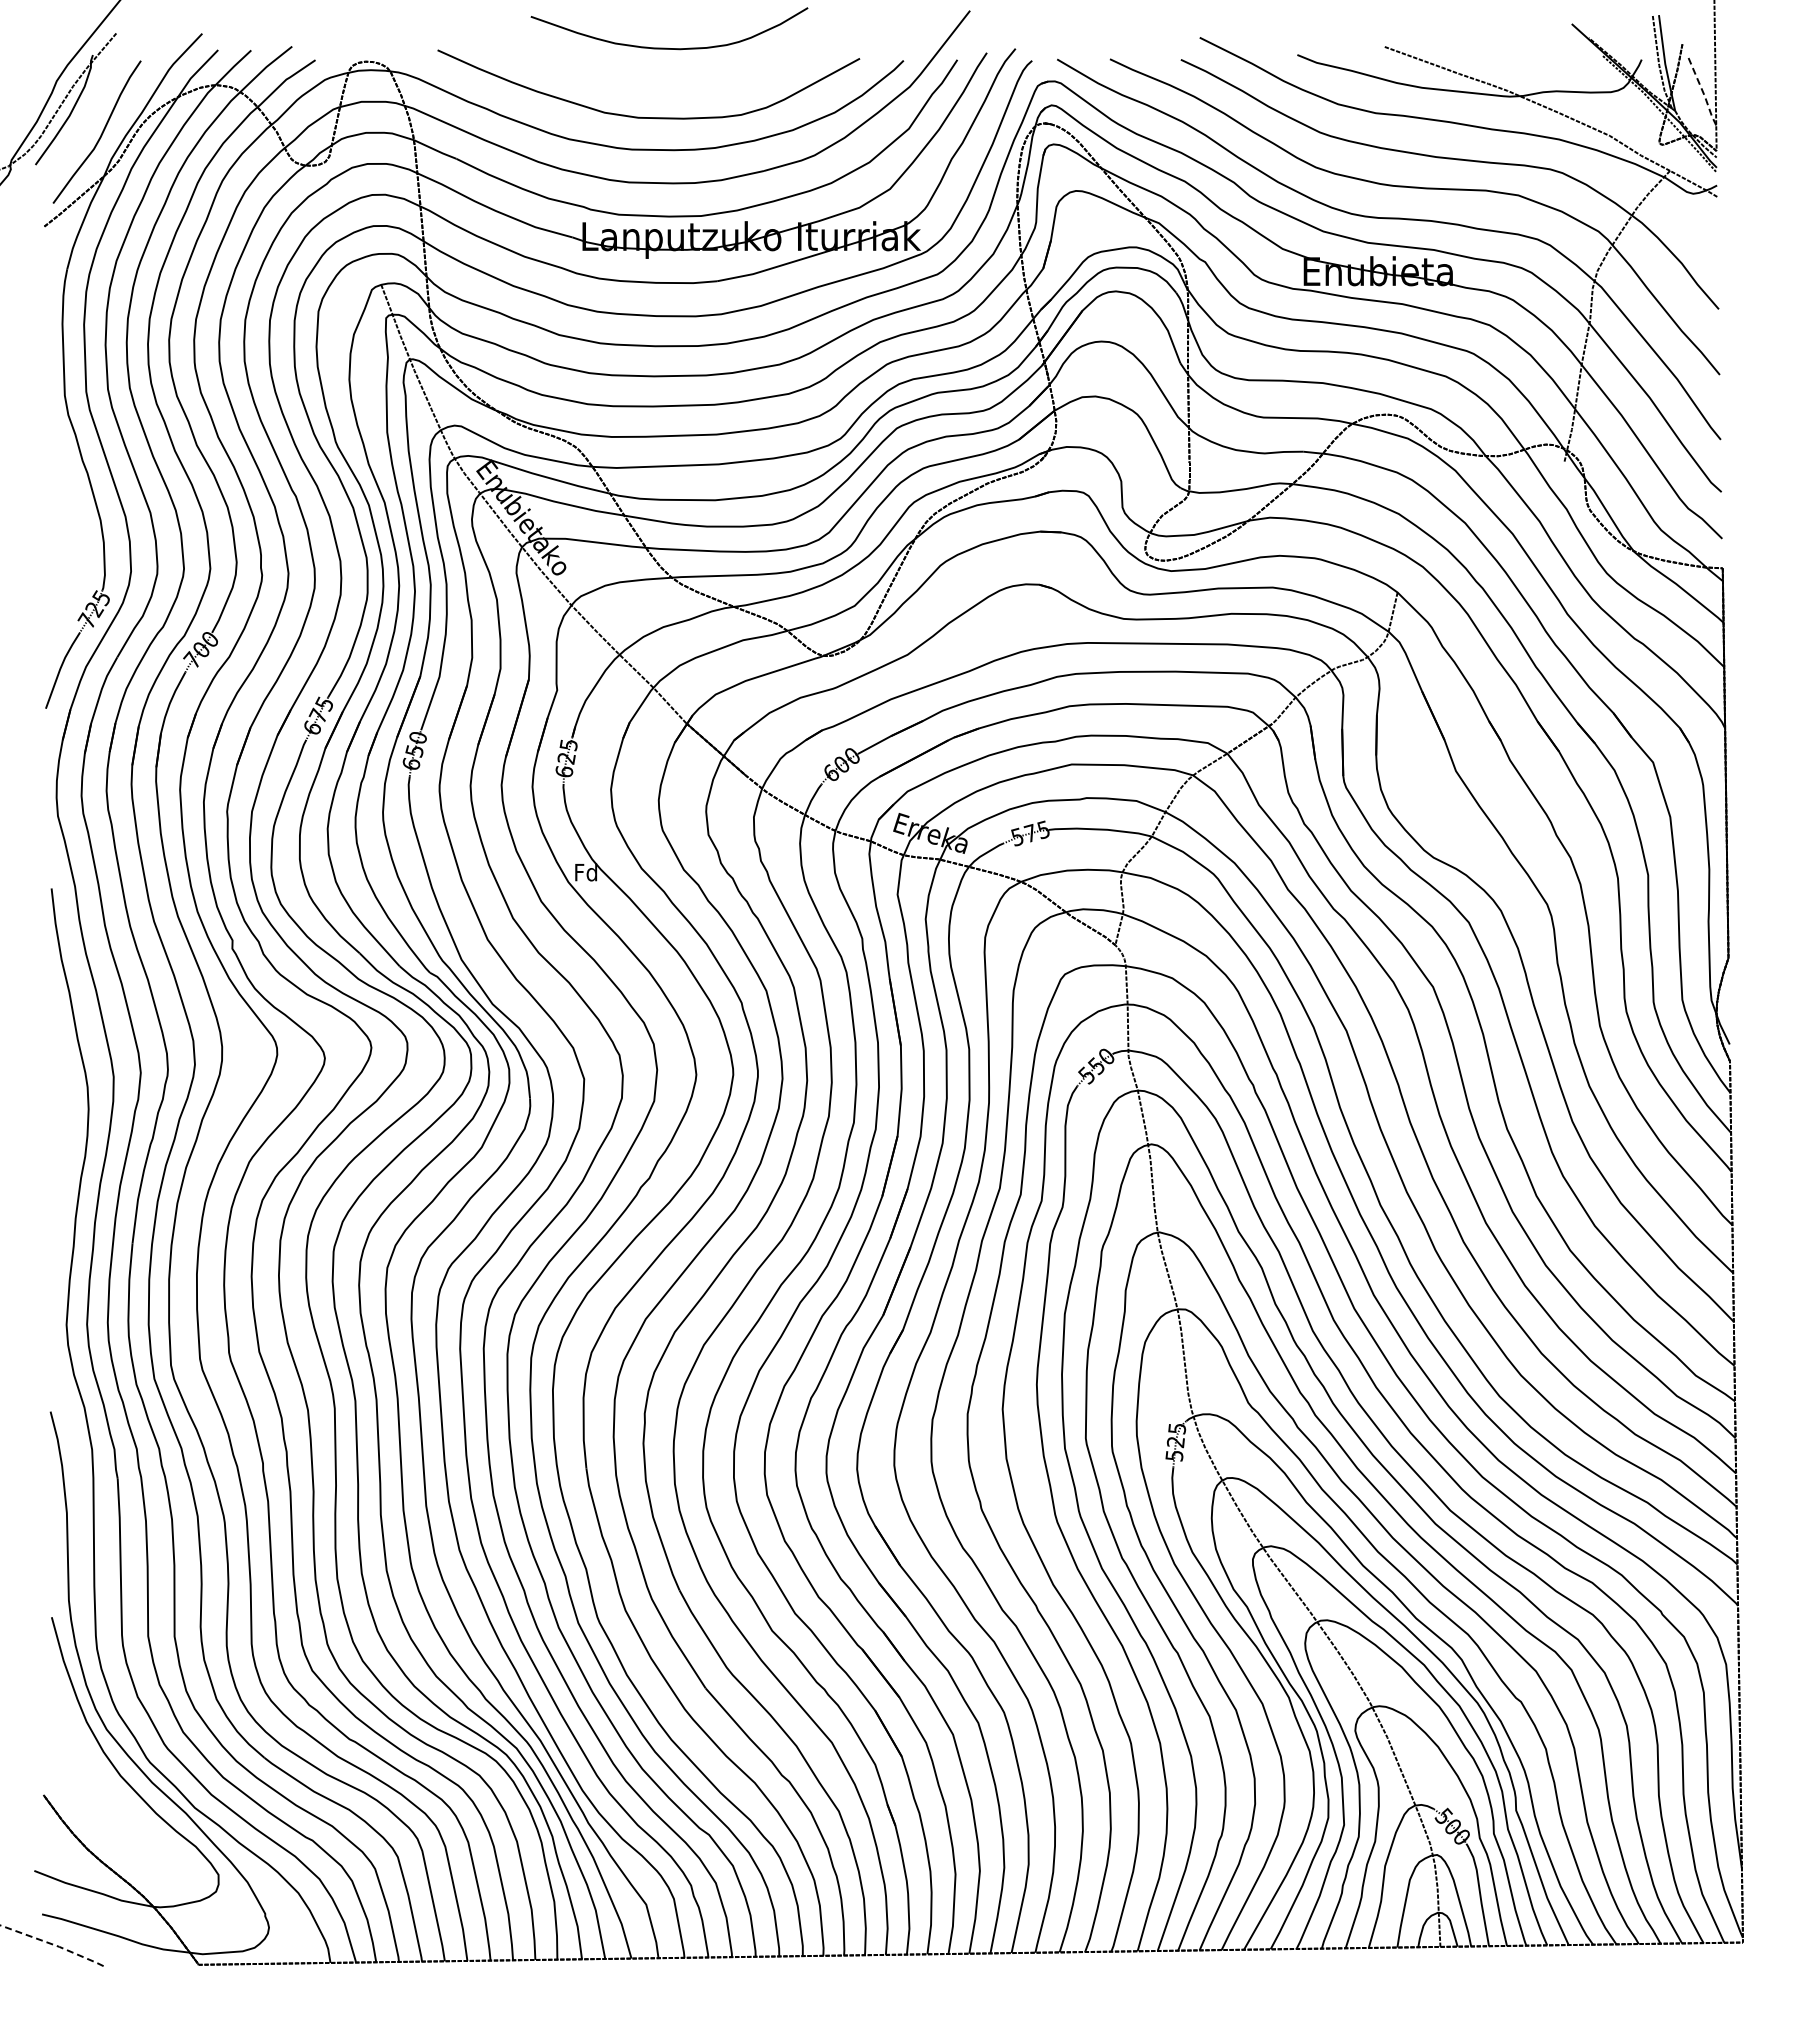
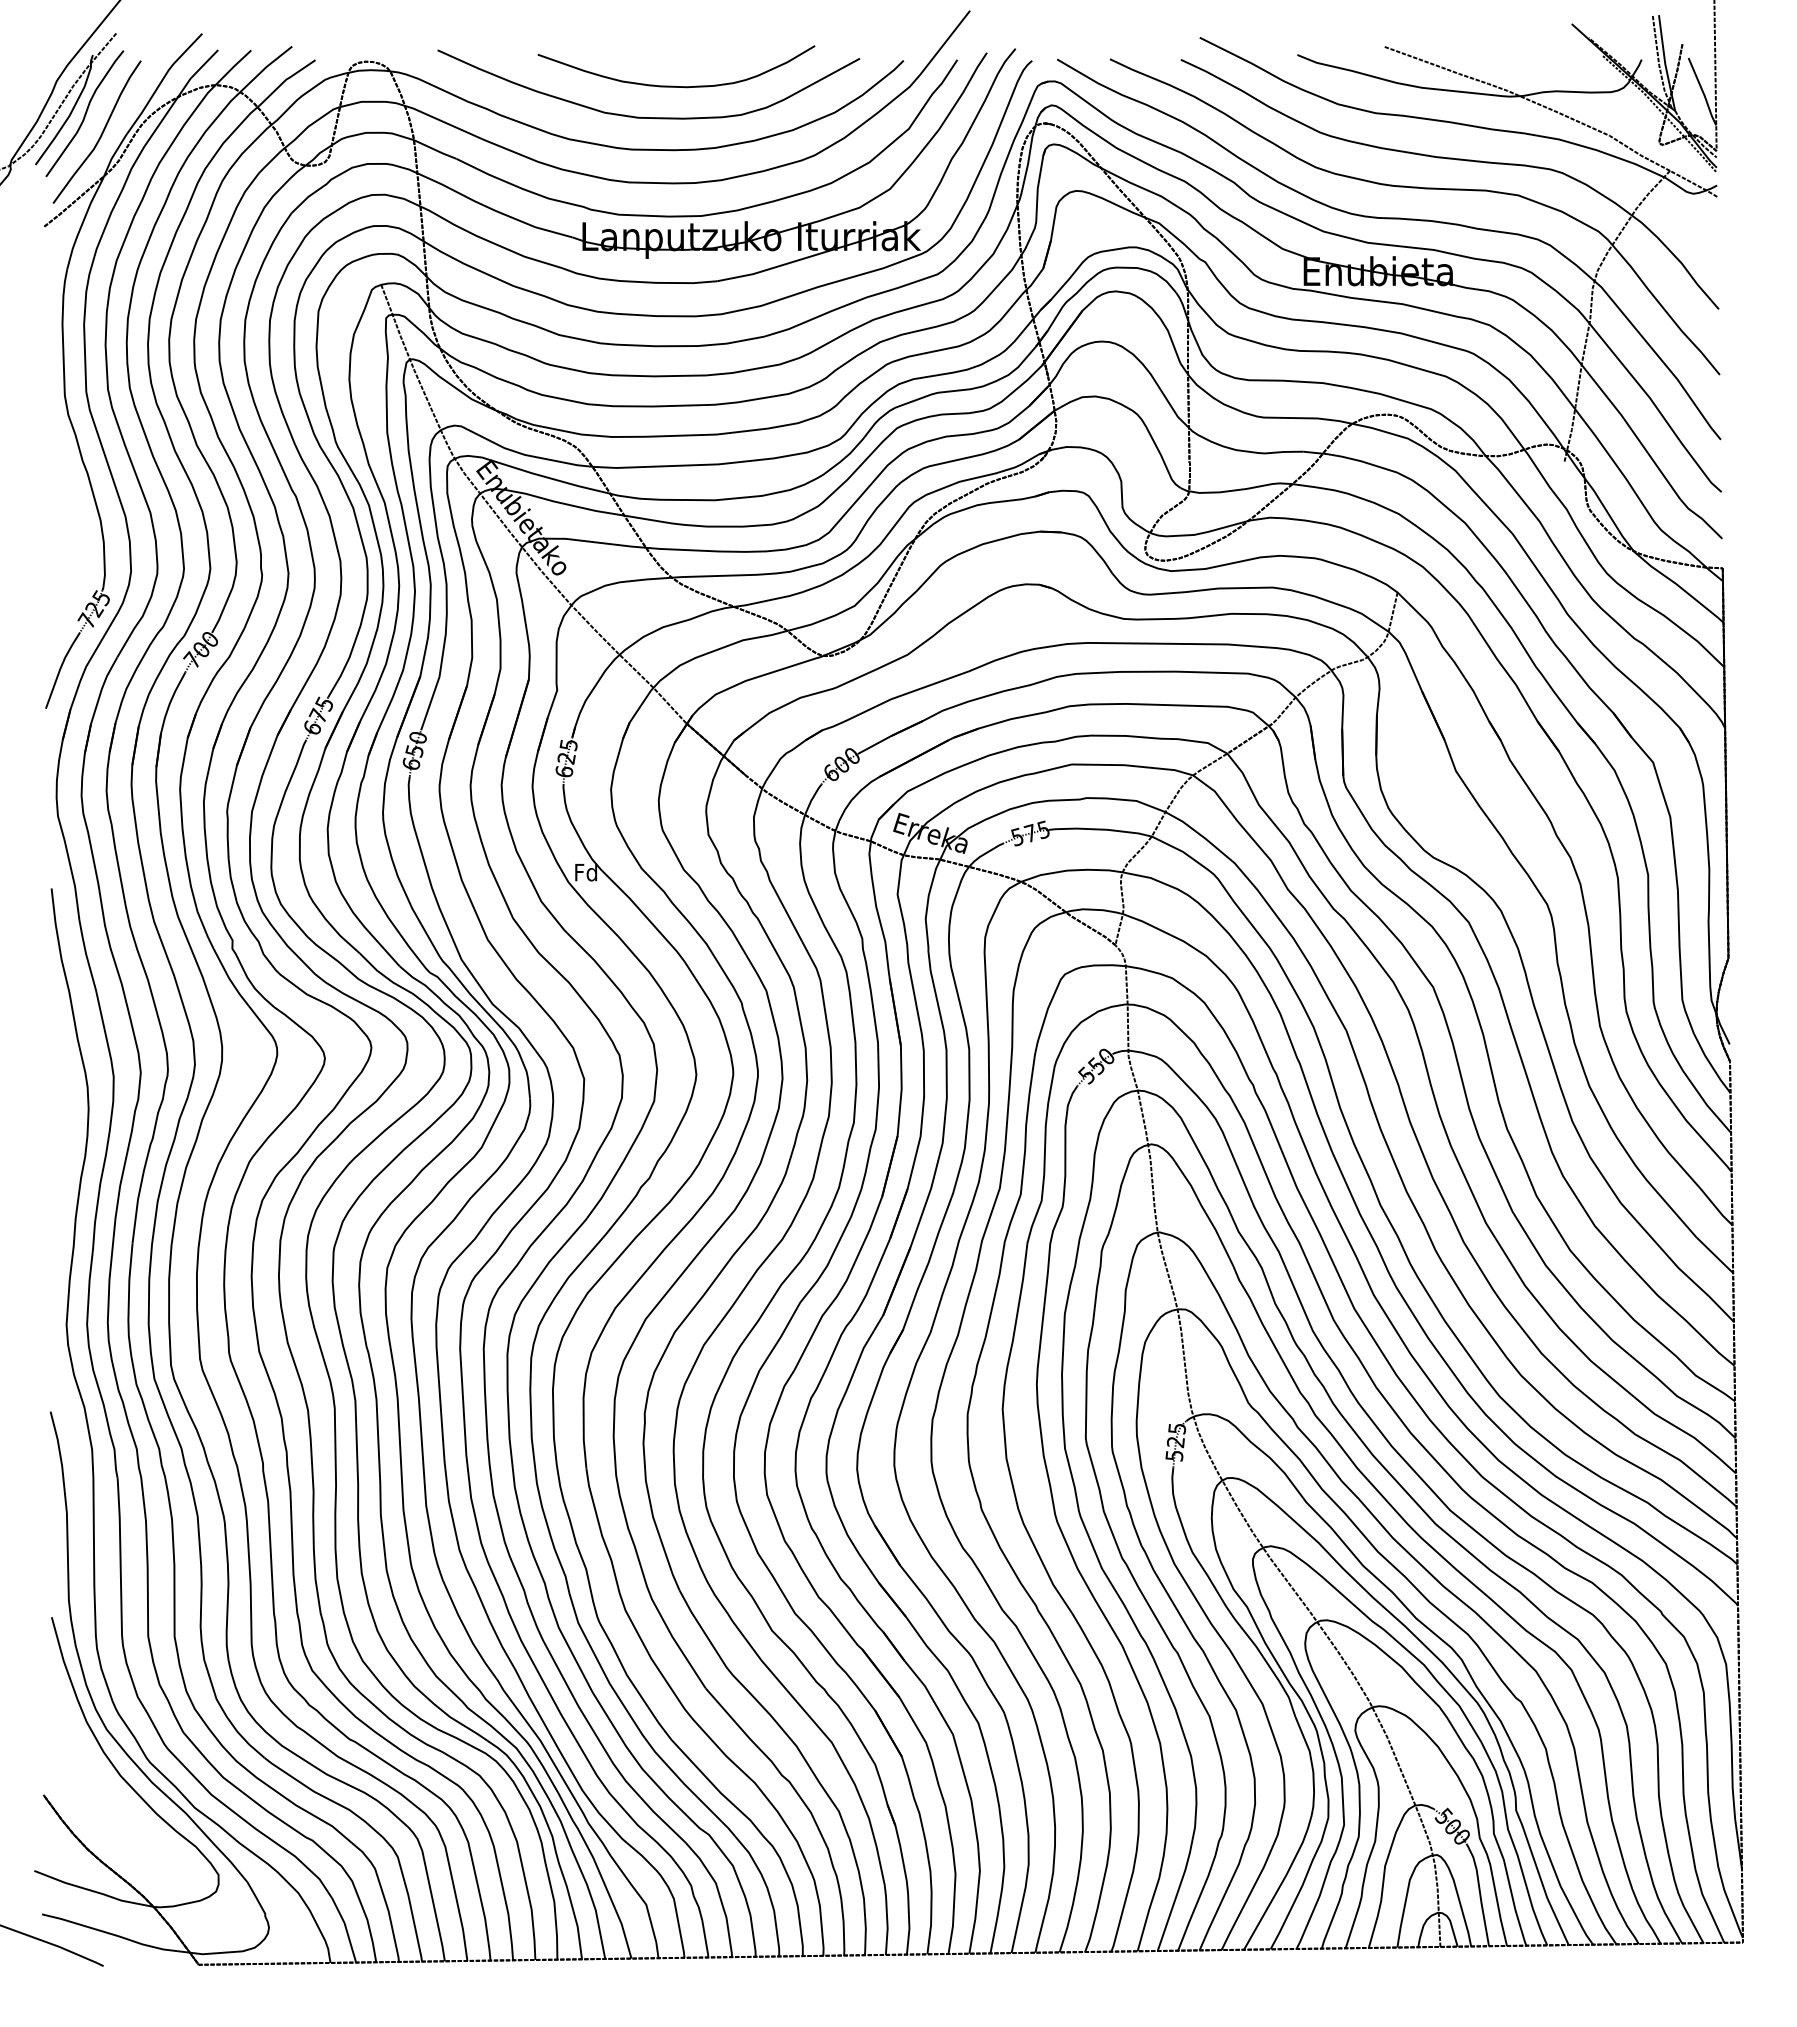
curve at (667, 47) position: (667, 47) -> (674, 85)
line at (1703, 92): dashed -> solid
curve at (84, 113): none -> present
line at (53, 1944): dashed -> solid
